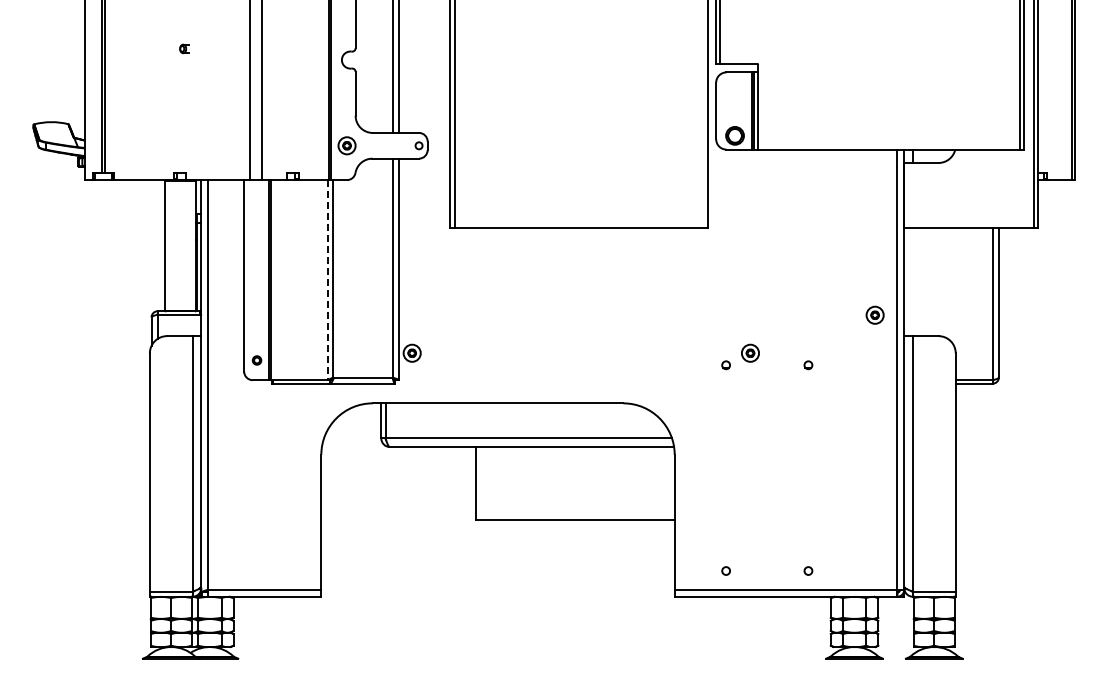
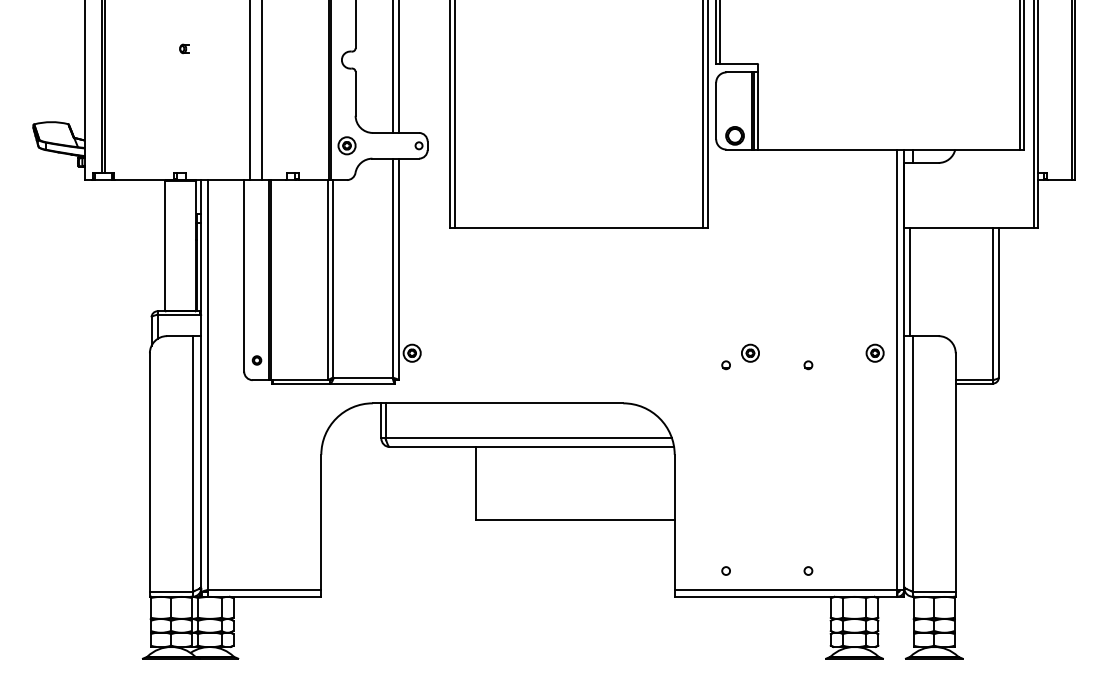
line at (703, 115): none -> present
line at (328, 280): dashed -> solid
line at (910, 282): none -> present
part at (874, 314) position: (874, 314) -> (874, 352)
